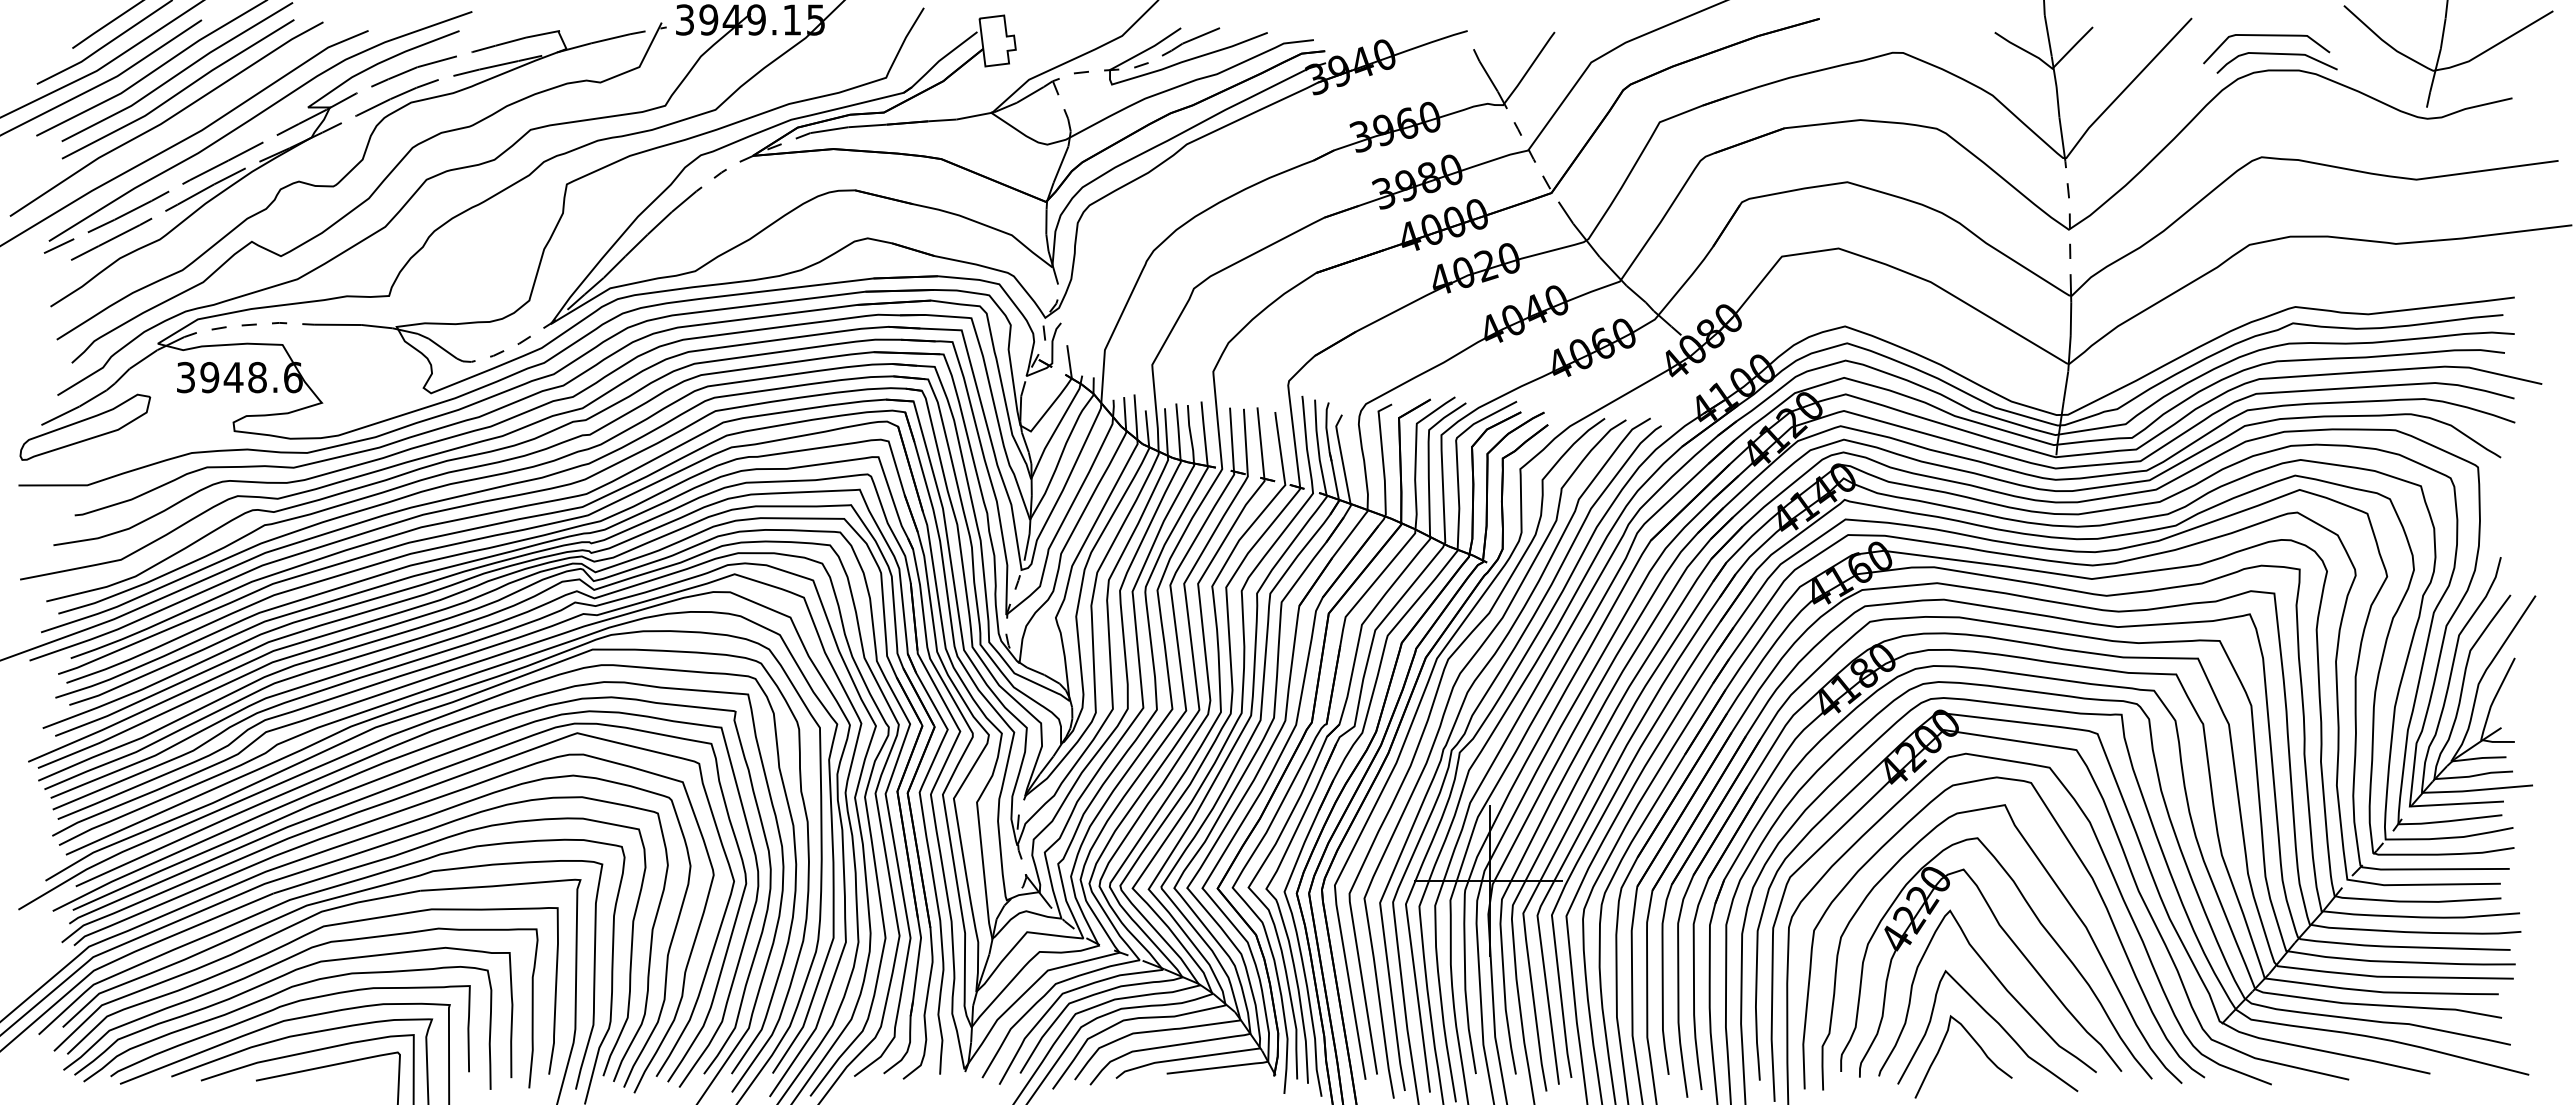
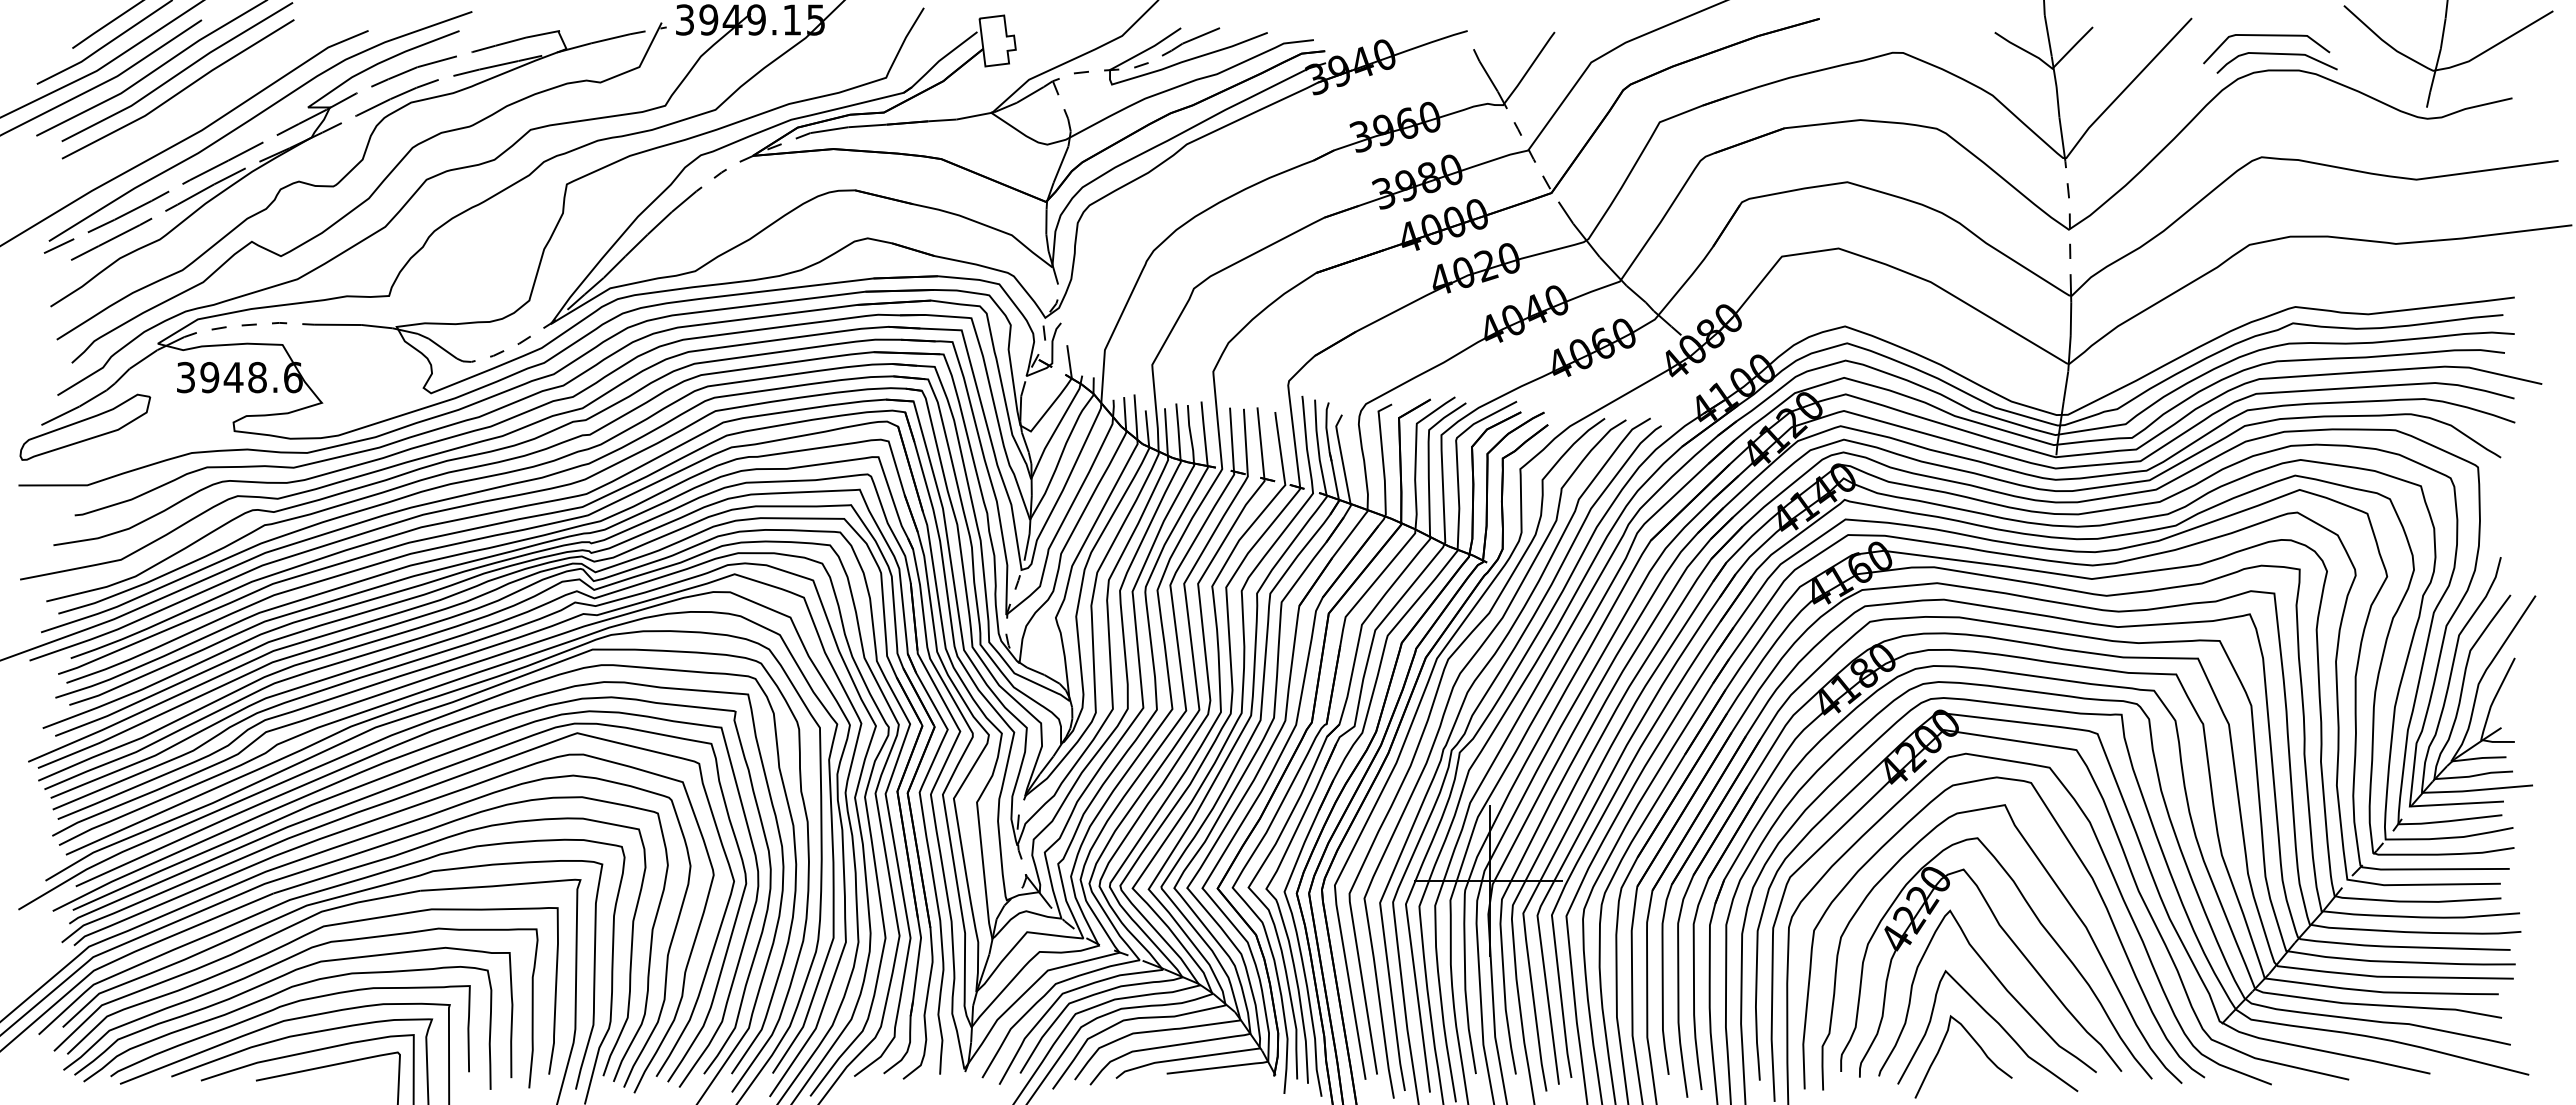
line at (167, 118): present -> none
